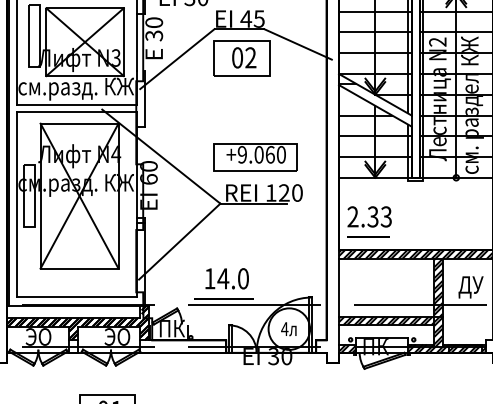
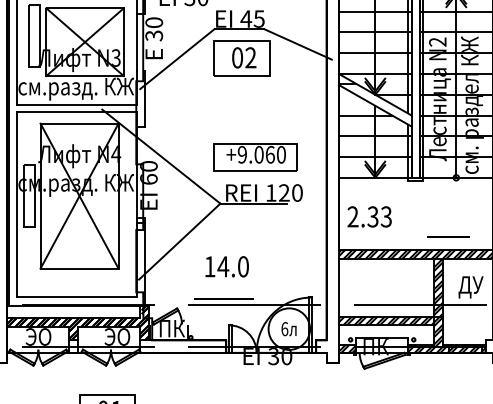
line at (368, 236) position: (368, 236) -> (448, 236)
text at (226, 278) position: (226, 278) -> (226, 266)
text at (284, 329): 4 -> 6
